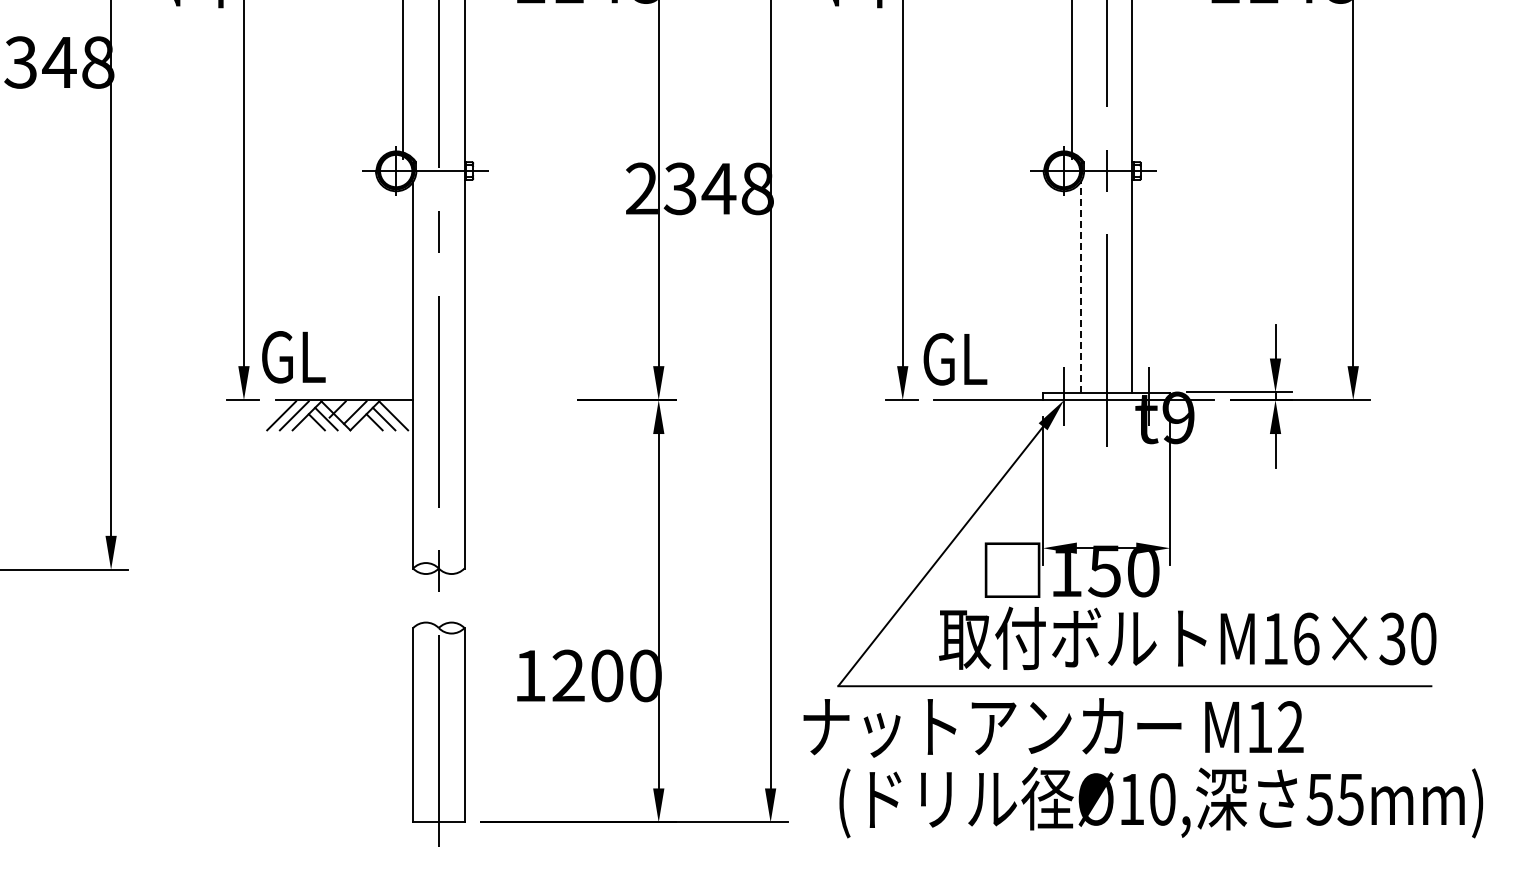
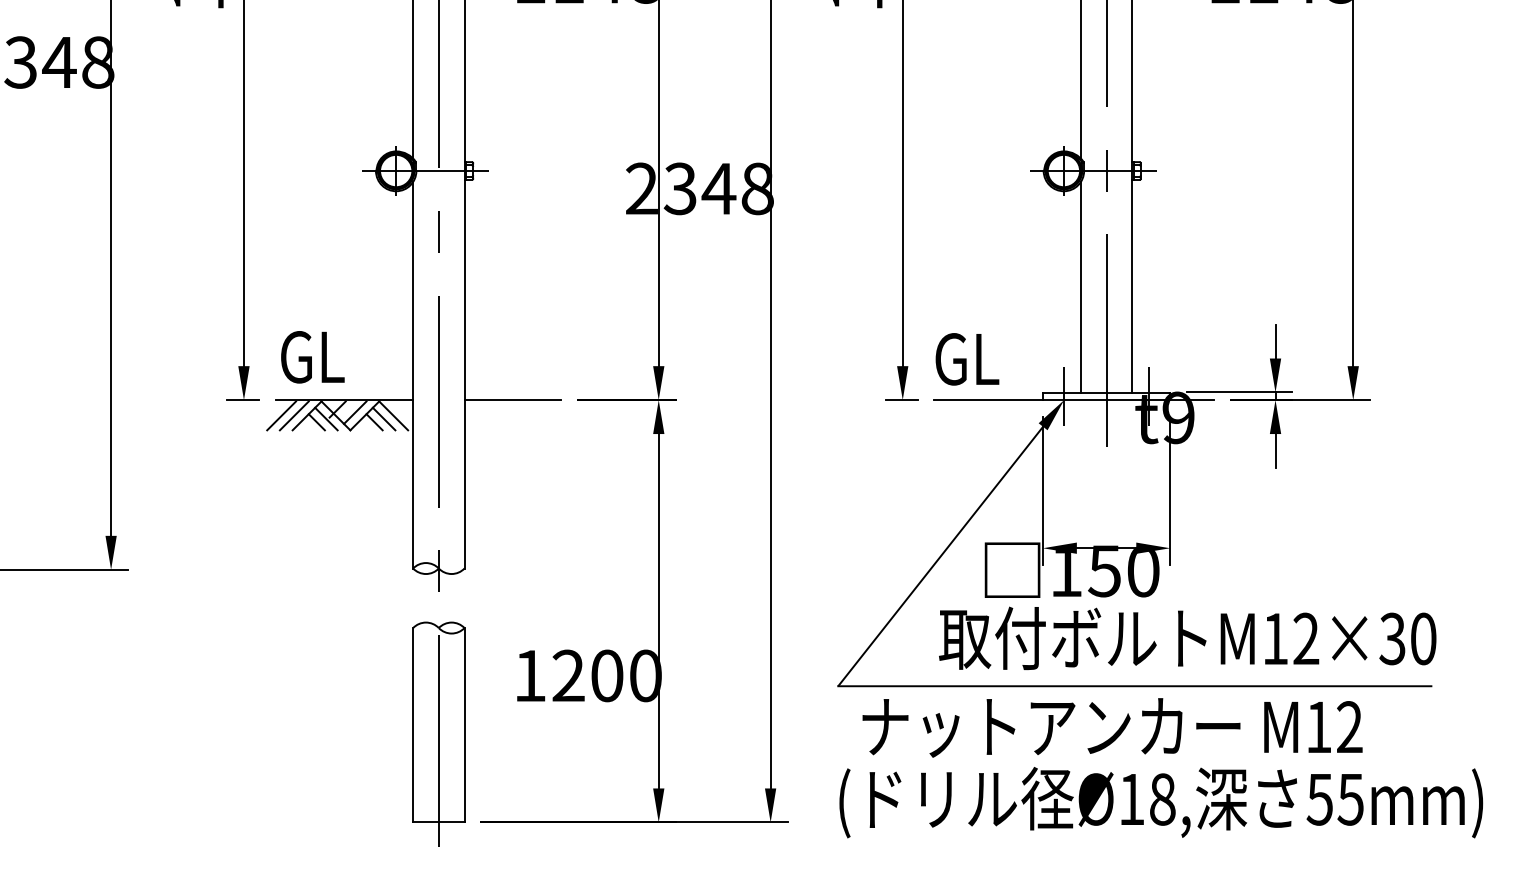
line at (403, 80) position: (403, 80) -> (413, 80)
line at (1071, 80) position: (1071, 80) -> (1080, 80)
line at (1080, 286): dashed -> solid
text at (293, 357) position: (293, 357) -> (312, 357)
text at (955, 359) position: (955, 359) -> (967, 359)
line at (512, 400): none -> present
text at (1306, 638): M16×30 -> M12×30
text at (1053, 727) position: (1053, 727) -> (1112, 727)
text at (1162, 799): Ø10, -> Ø18,
